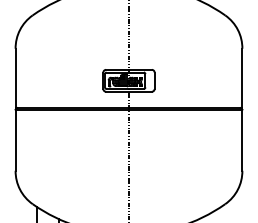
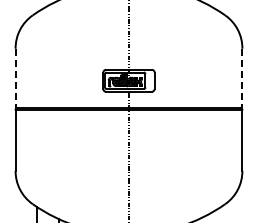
line at (15, 78): solid -> dashed
line at (242, 78): solid -> dashed
